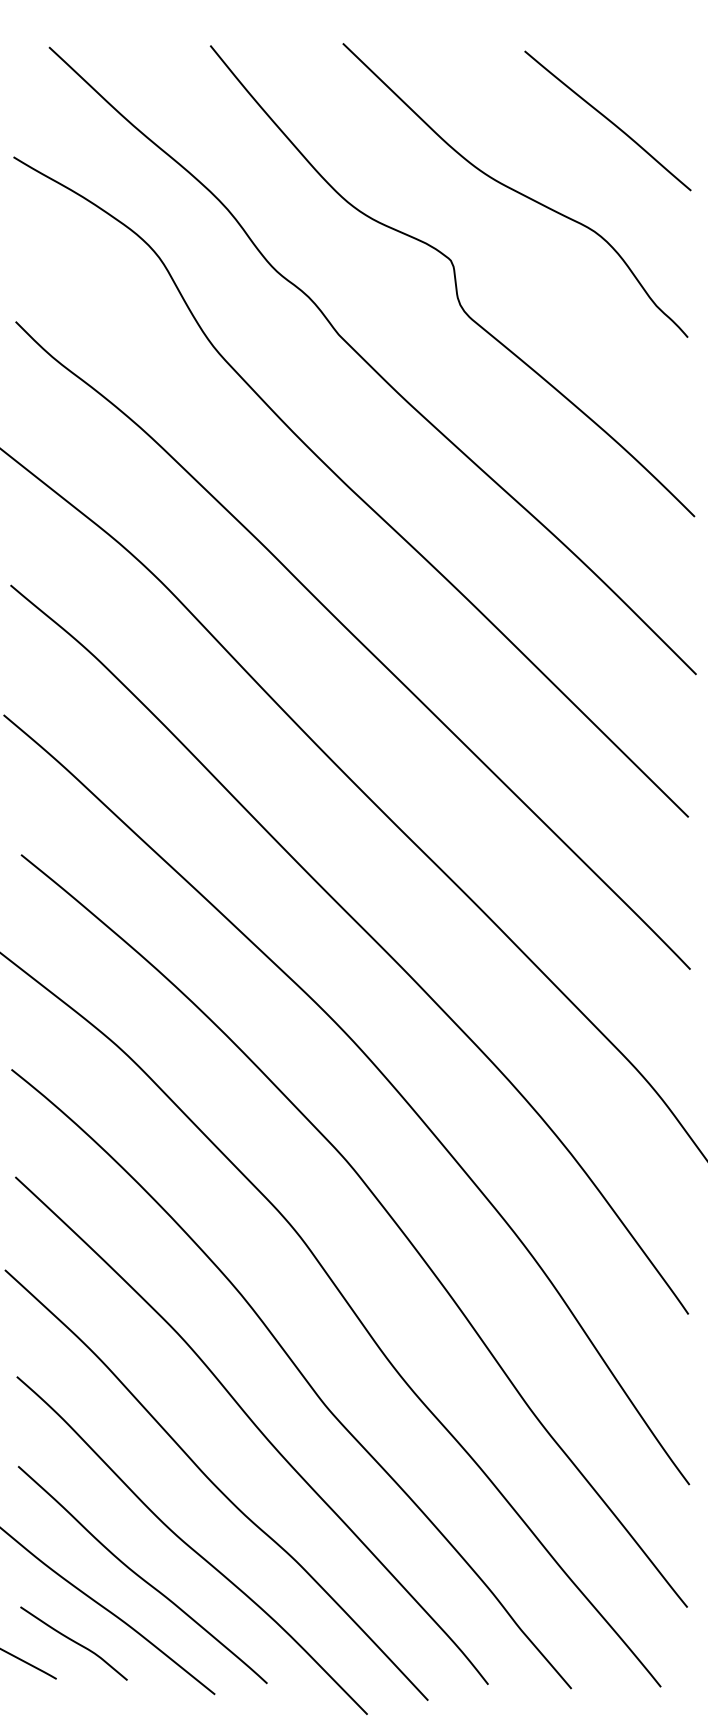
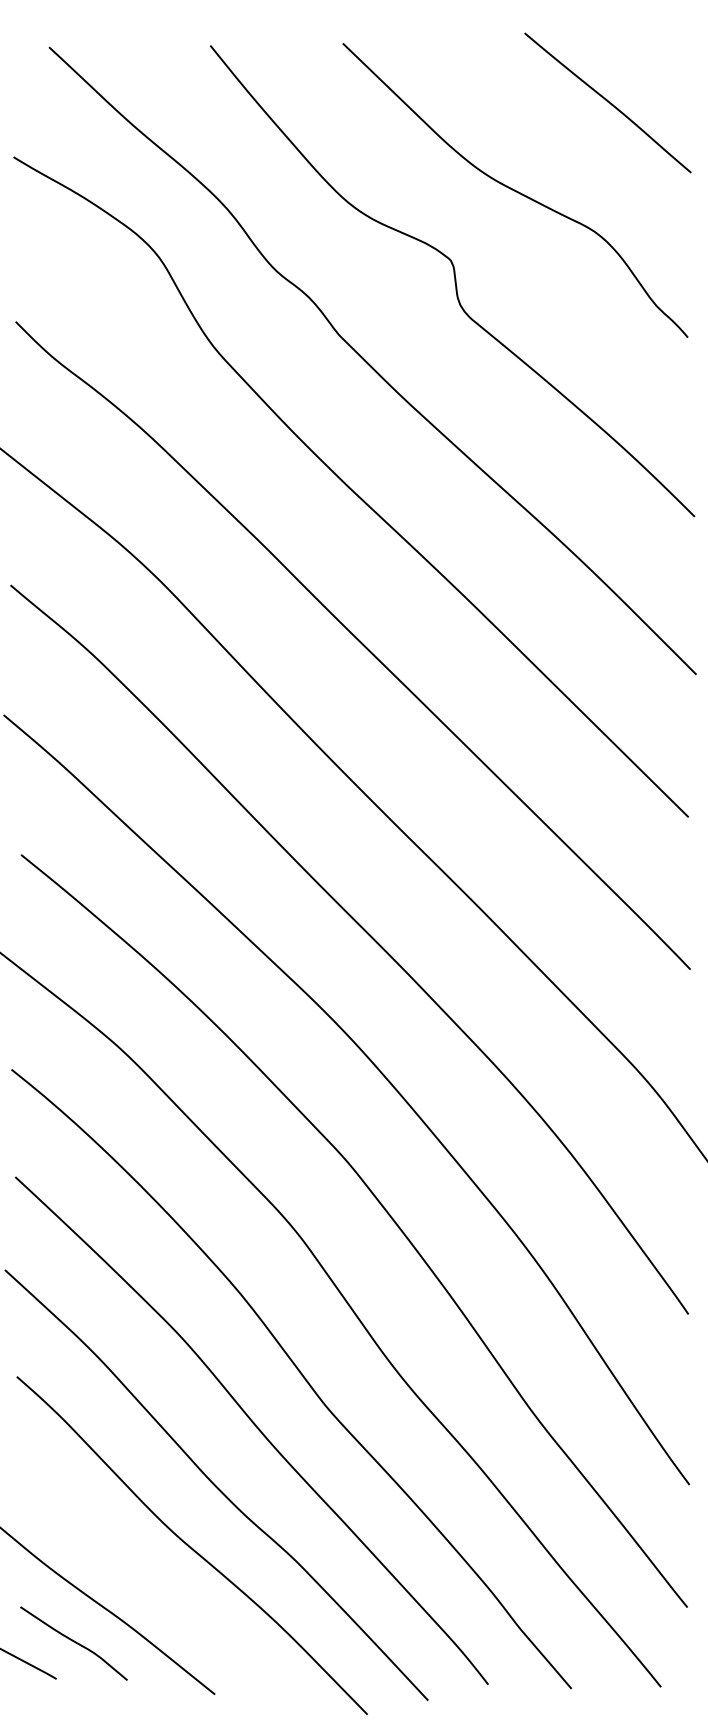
curve at (607, 120) position: (607, 120) -> (607, 102)
curve at (142, 1577): present -> none
